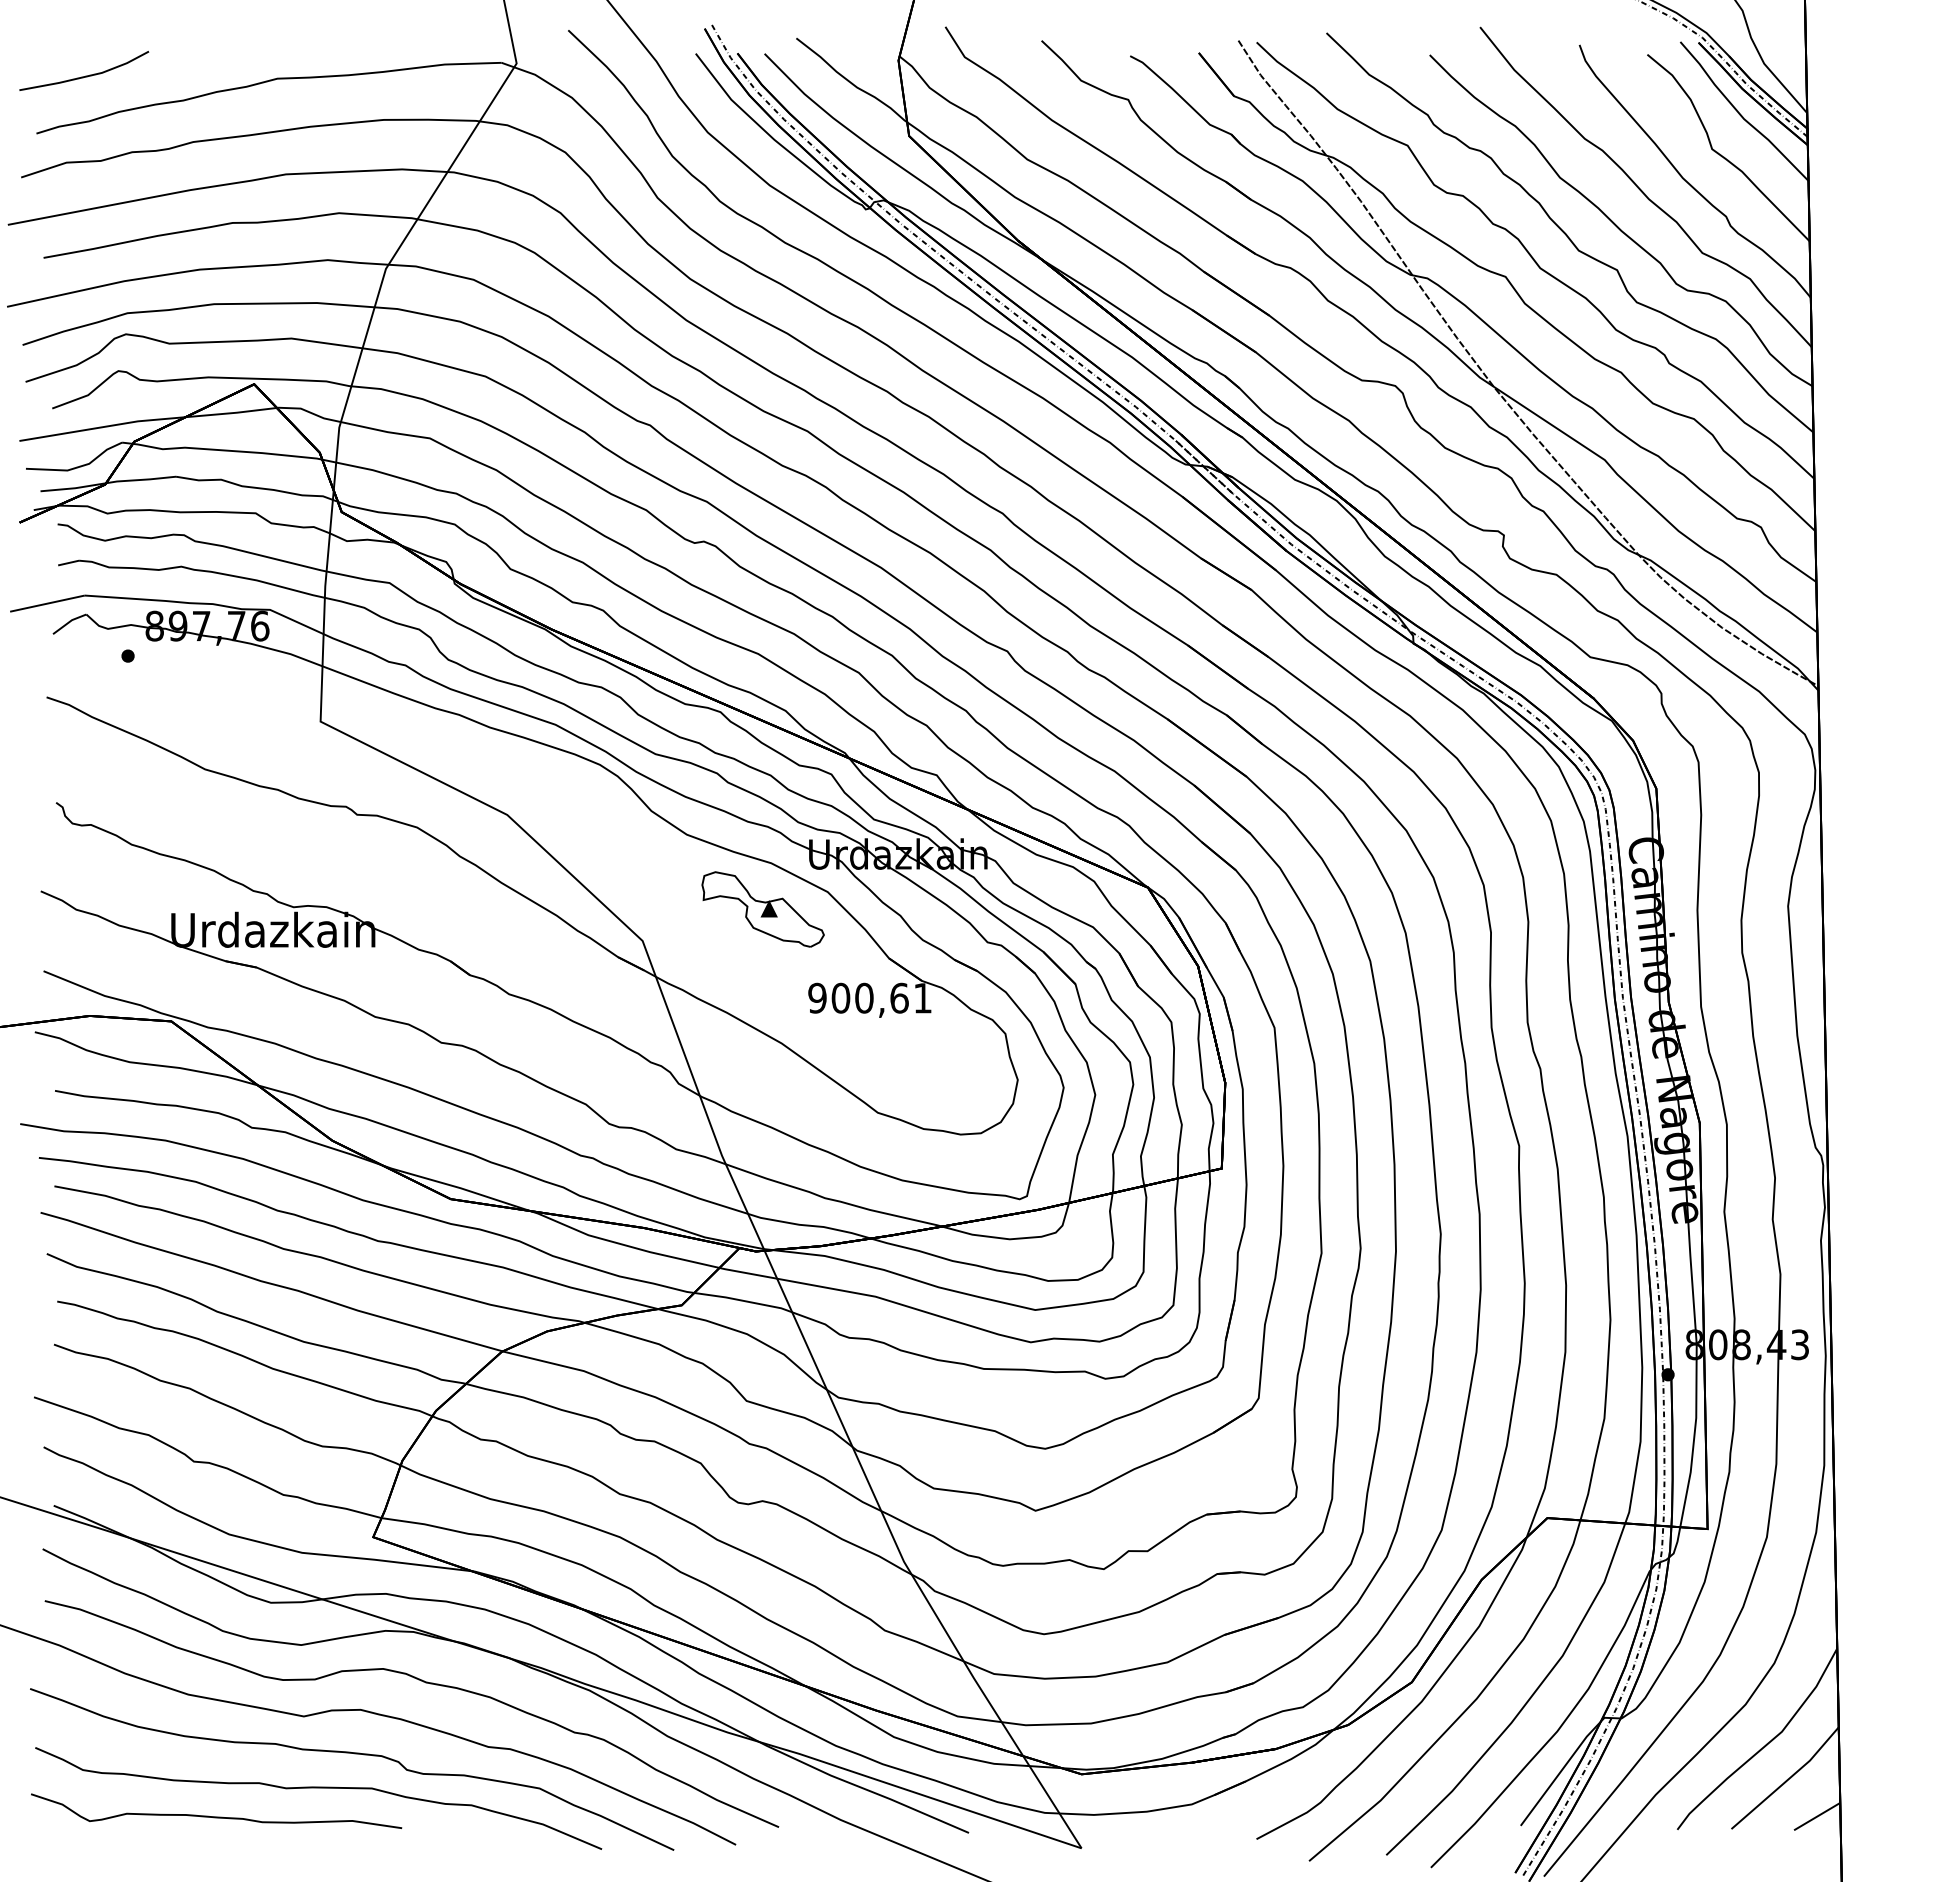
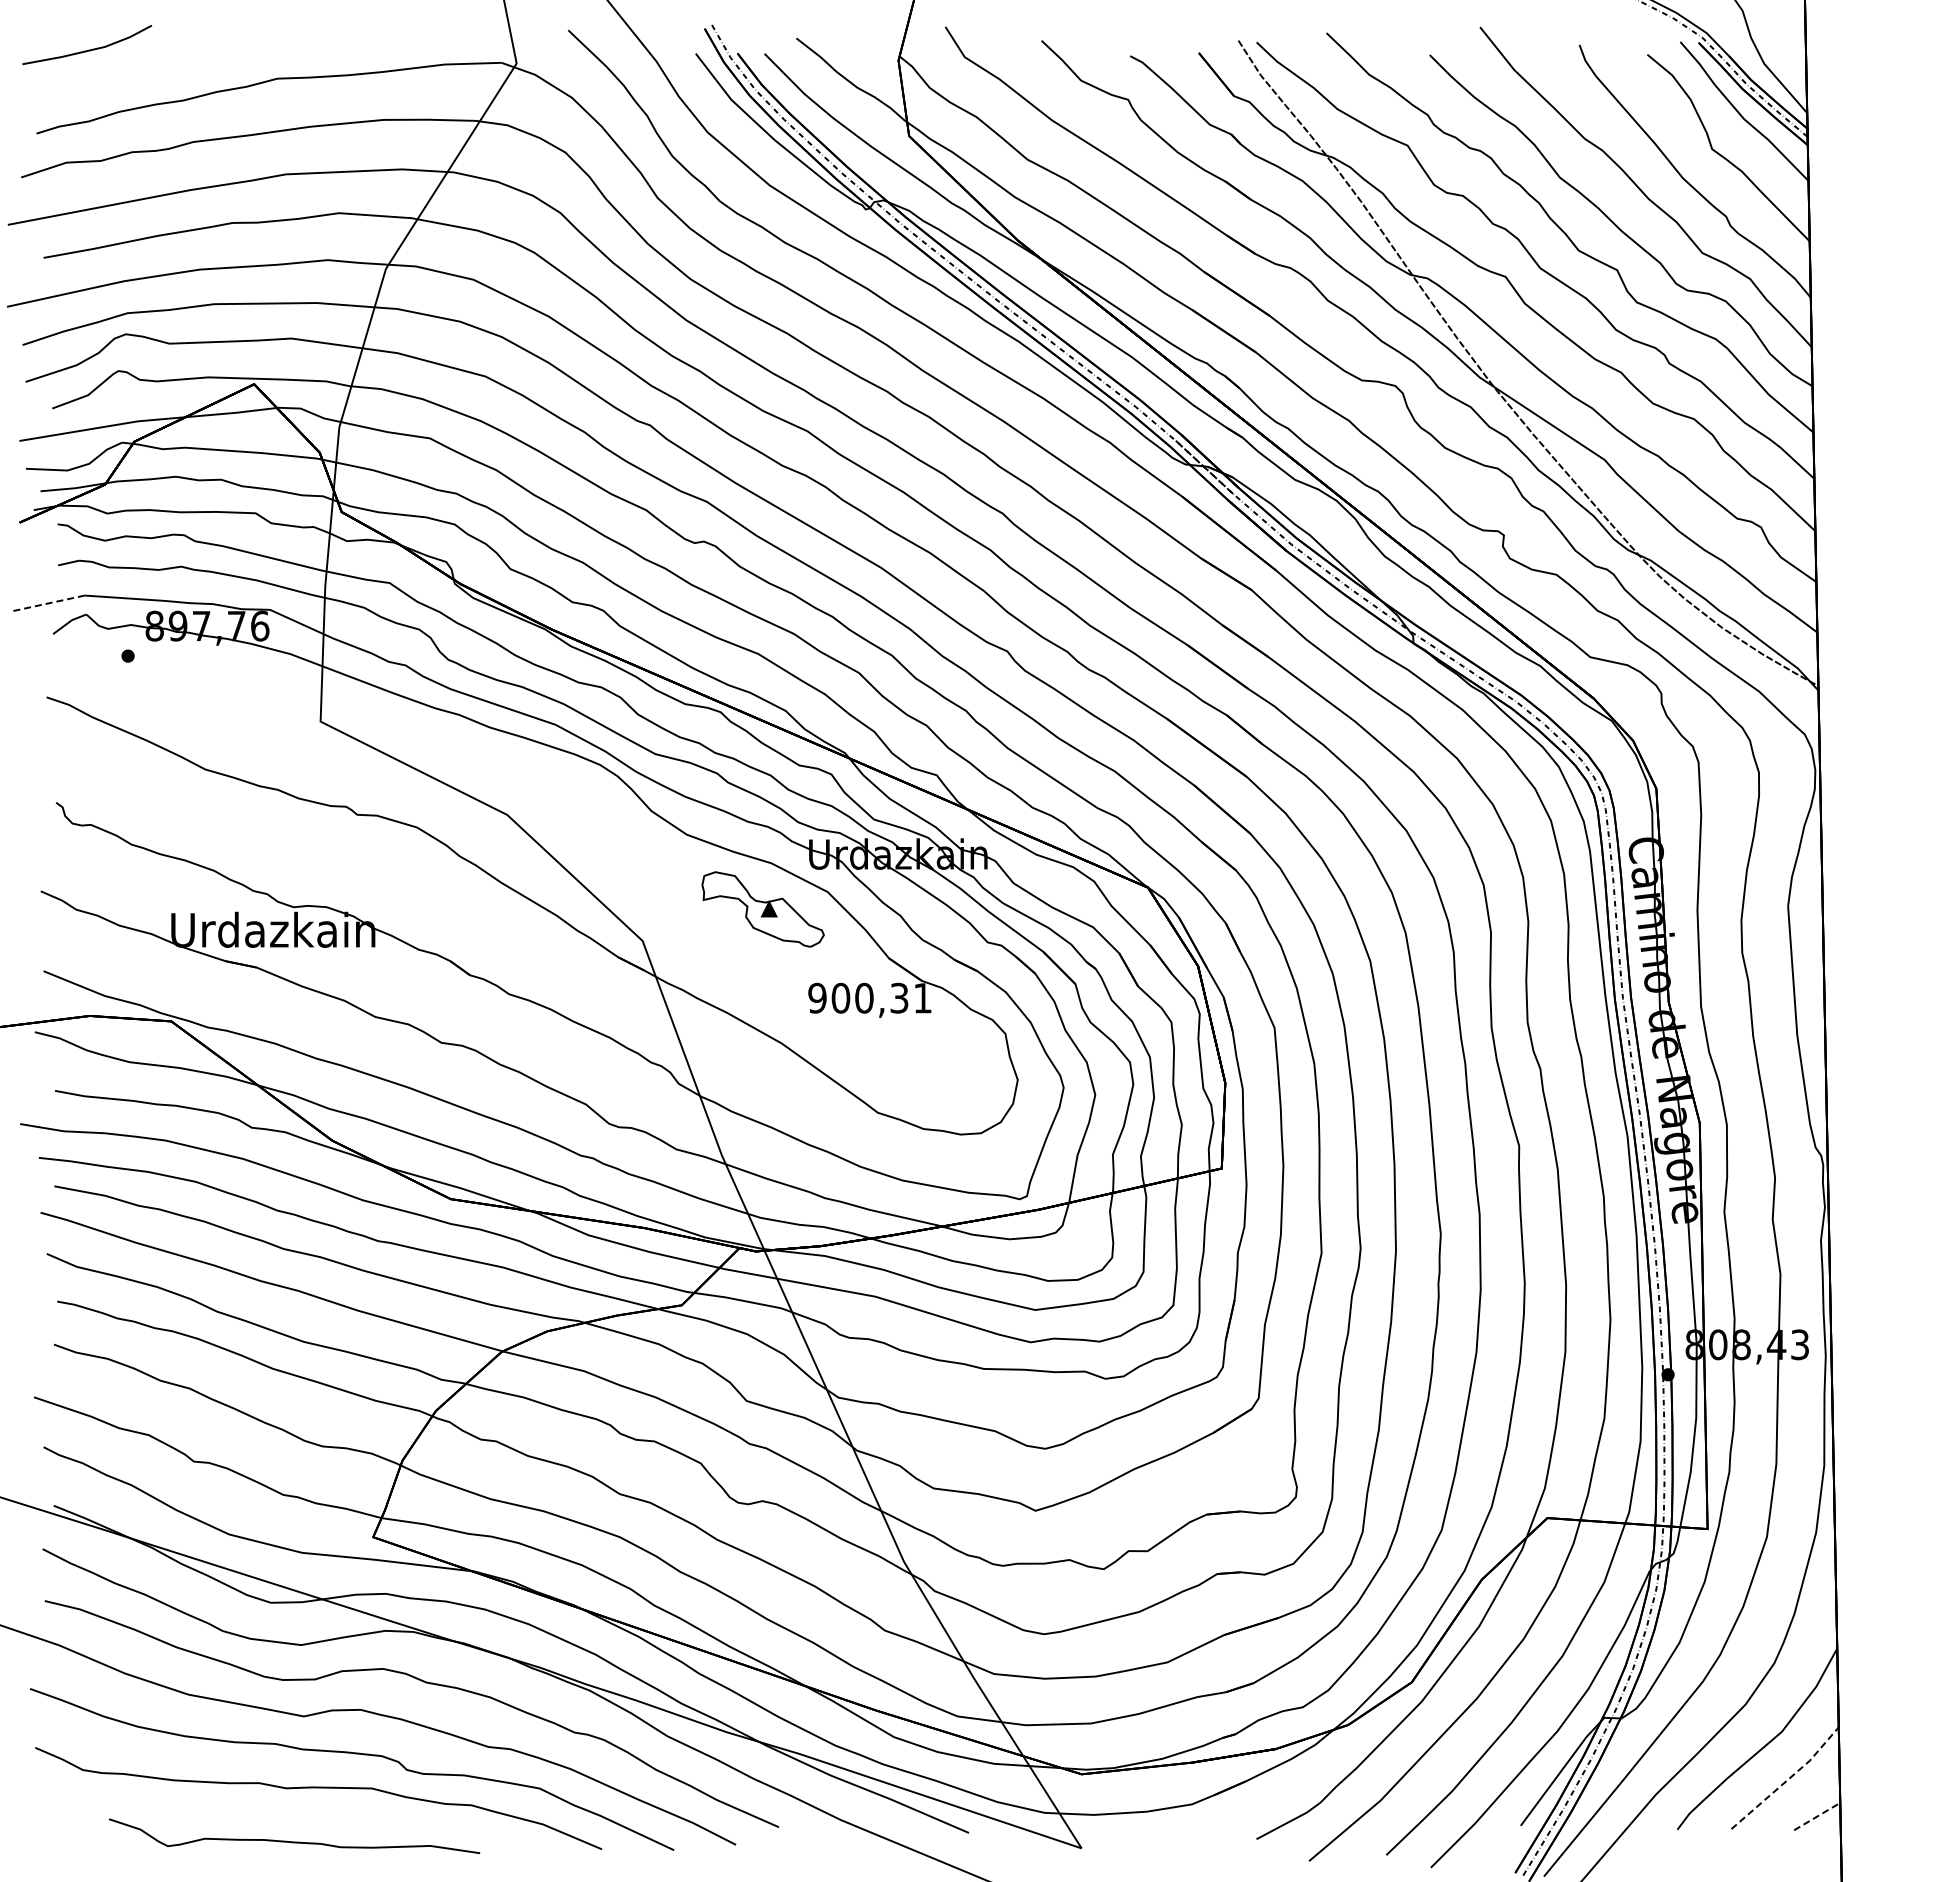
line at (85, 75) position: (85, 75) -> (88, 49)
line at (46, 603): solid -> dashed
text at (899, 997): 900,61 -> 900,31
line at (1788, 1779): solid -> dashed
curve at (216, 1816) position: (216, 1816) -> (294, 1841)
line at (1817, 1816): solid -> dashed
